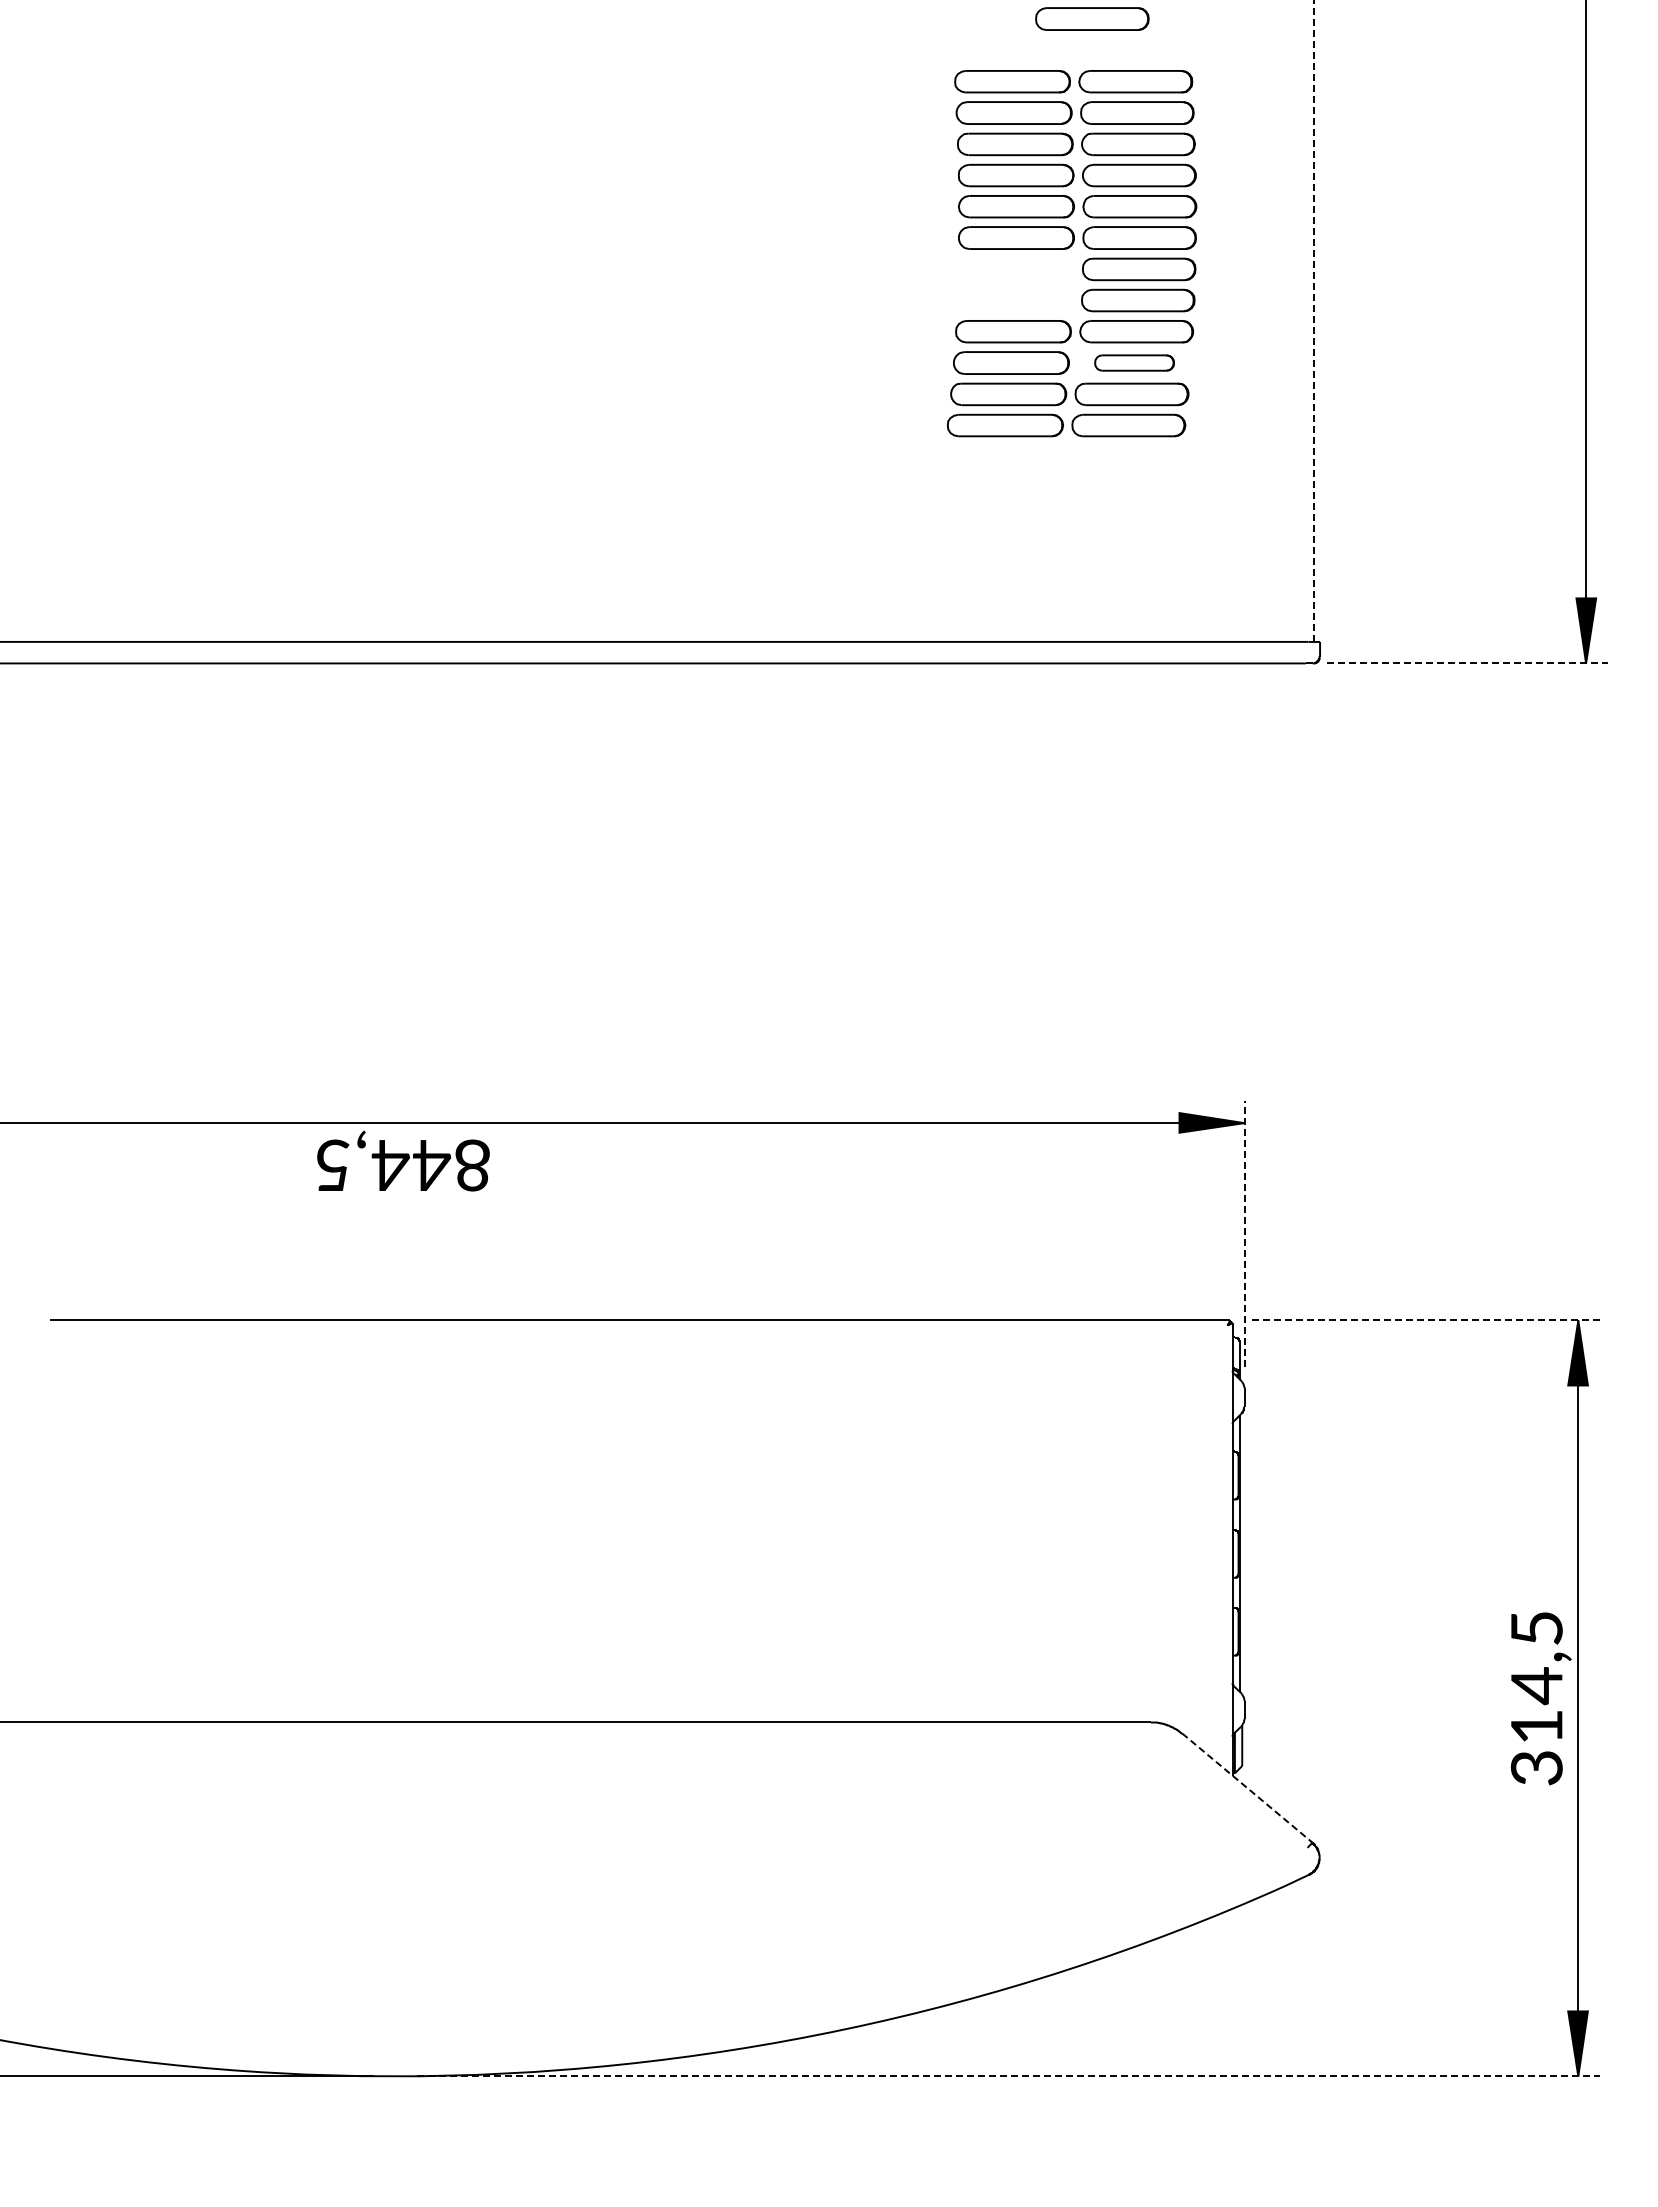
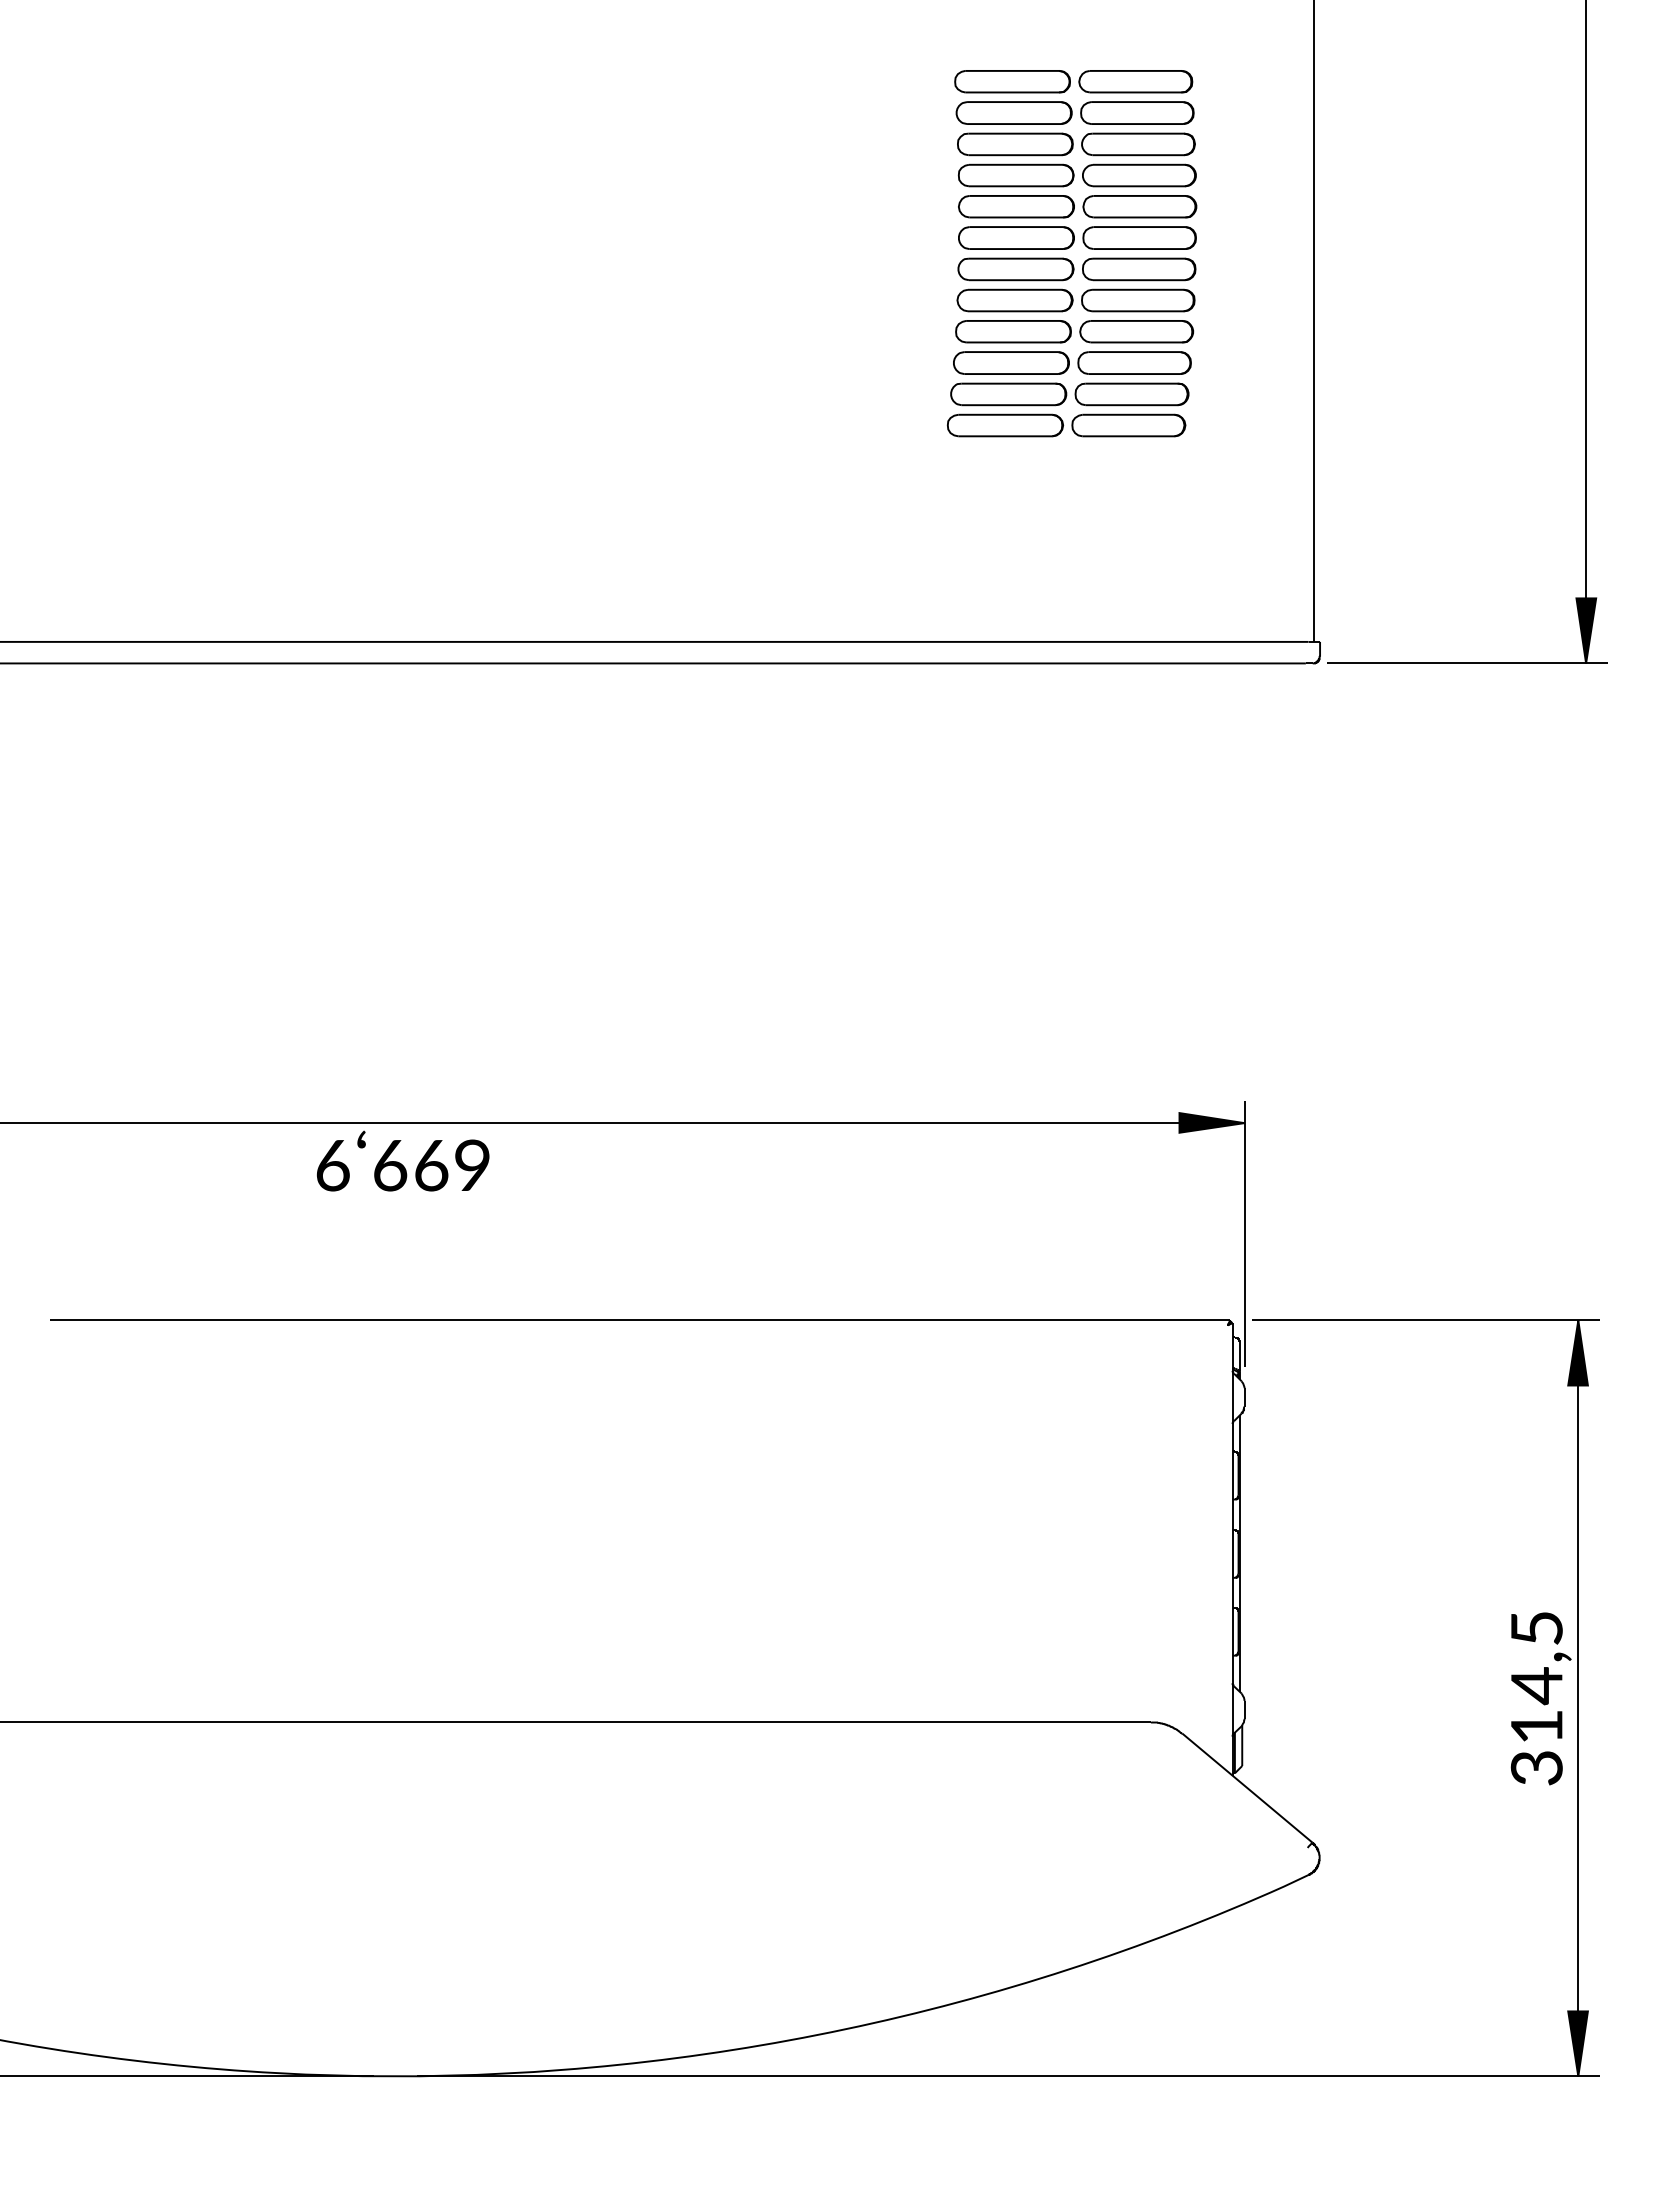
part at (1092, 18): present -> none
part at (1015, 284): none -> present
line at (1313, 320): dashed -> solid
part at (1134, 362) size: 81x18 px -> 115x24 px
line at (1468, 663): dashed -> solid
text at (402, 1165): 844,5 -> 699,9
line at (1244, 1233): dashed -> solid
line at (1425, 1320): dashed -> solid
line at (1247, 1787): dashed -> solid
line at (1008, 2076): dashed -> solid
